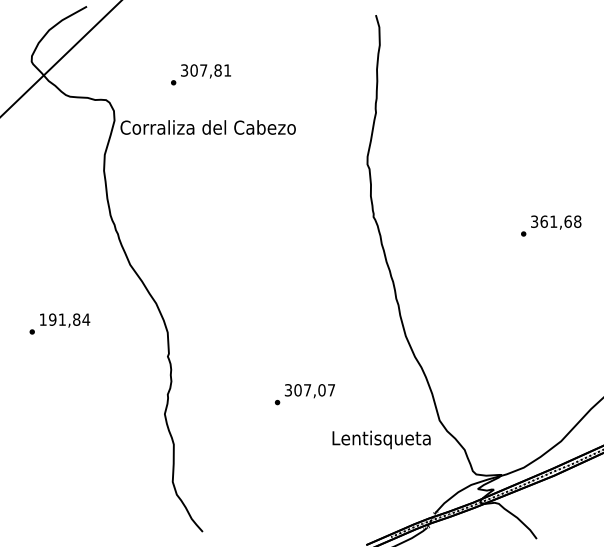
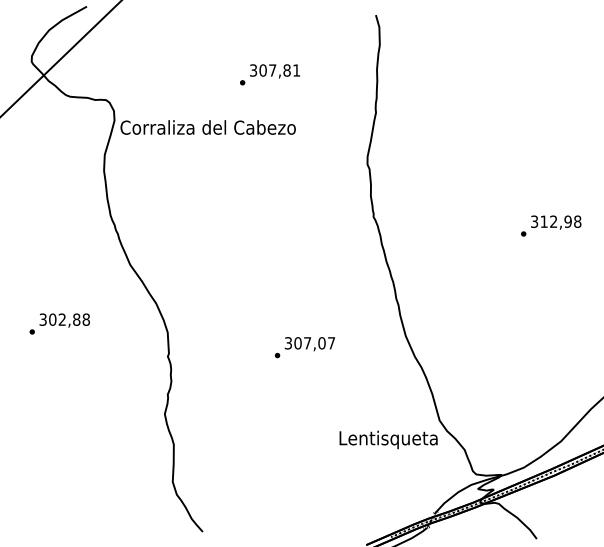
text at (200, 74) position: (200, 74) -> (269, 74)
text at (555, 221): 361,68 -> 312,98
text at (64, 319): 191,84 -> 302,88
text at (304, 394) position: (304, 394) -> (304, 347)
text at (381, 439) position: (381, 439) -> (388, 439)
